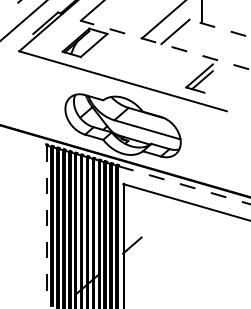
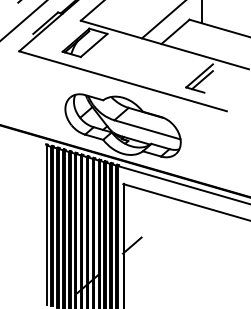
line at (220, 28): dashed -> solid
line at (164, 44): dashed -> solid
line at (184, 185): dashed -> solid
line at (46, 225): dashed -> solid
